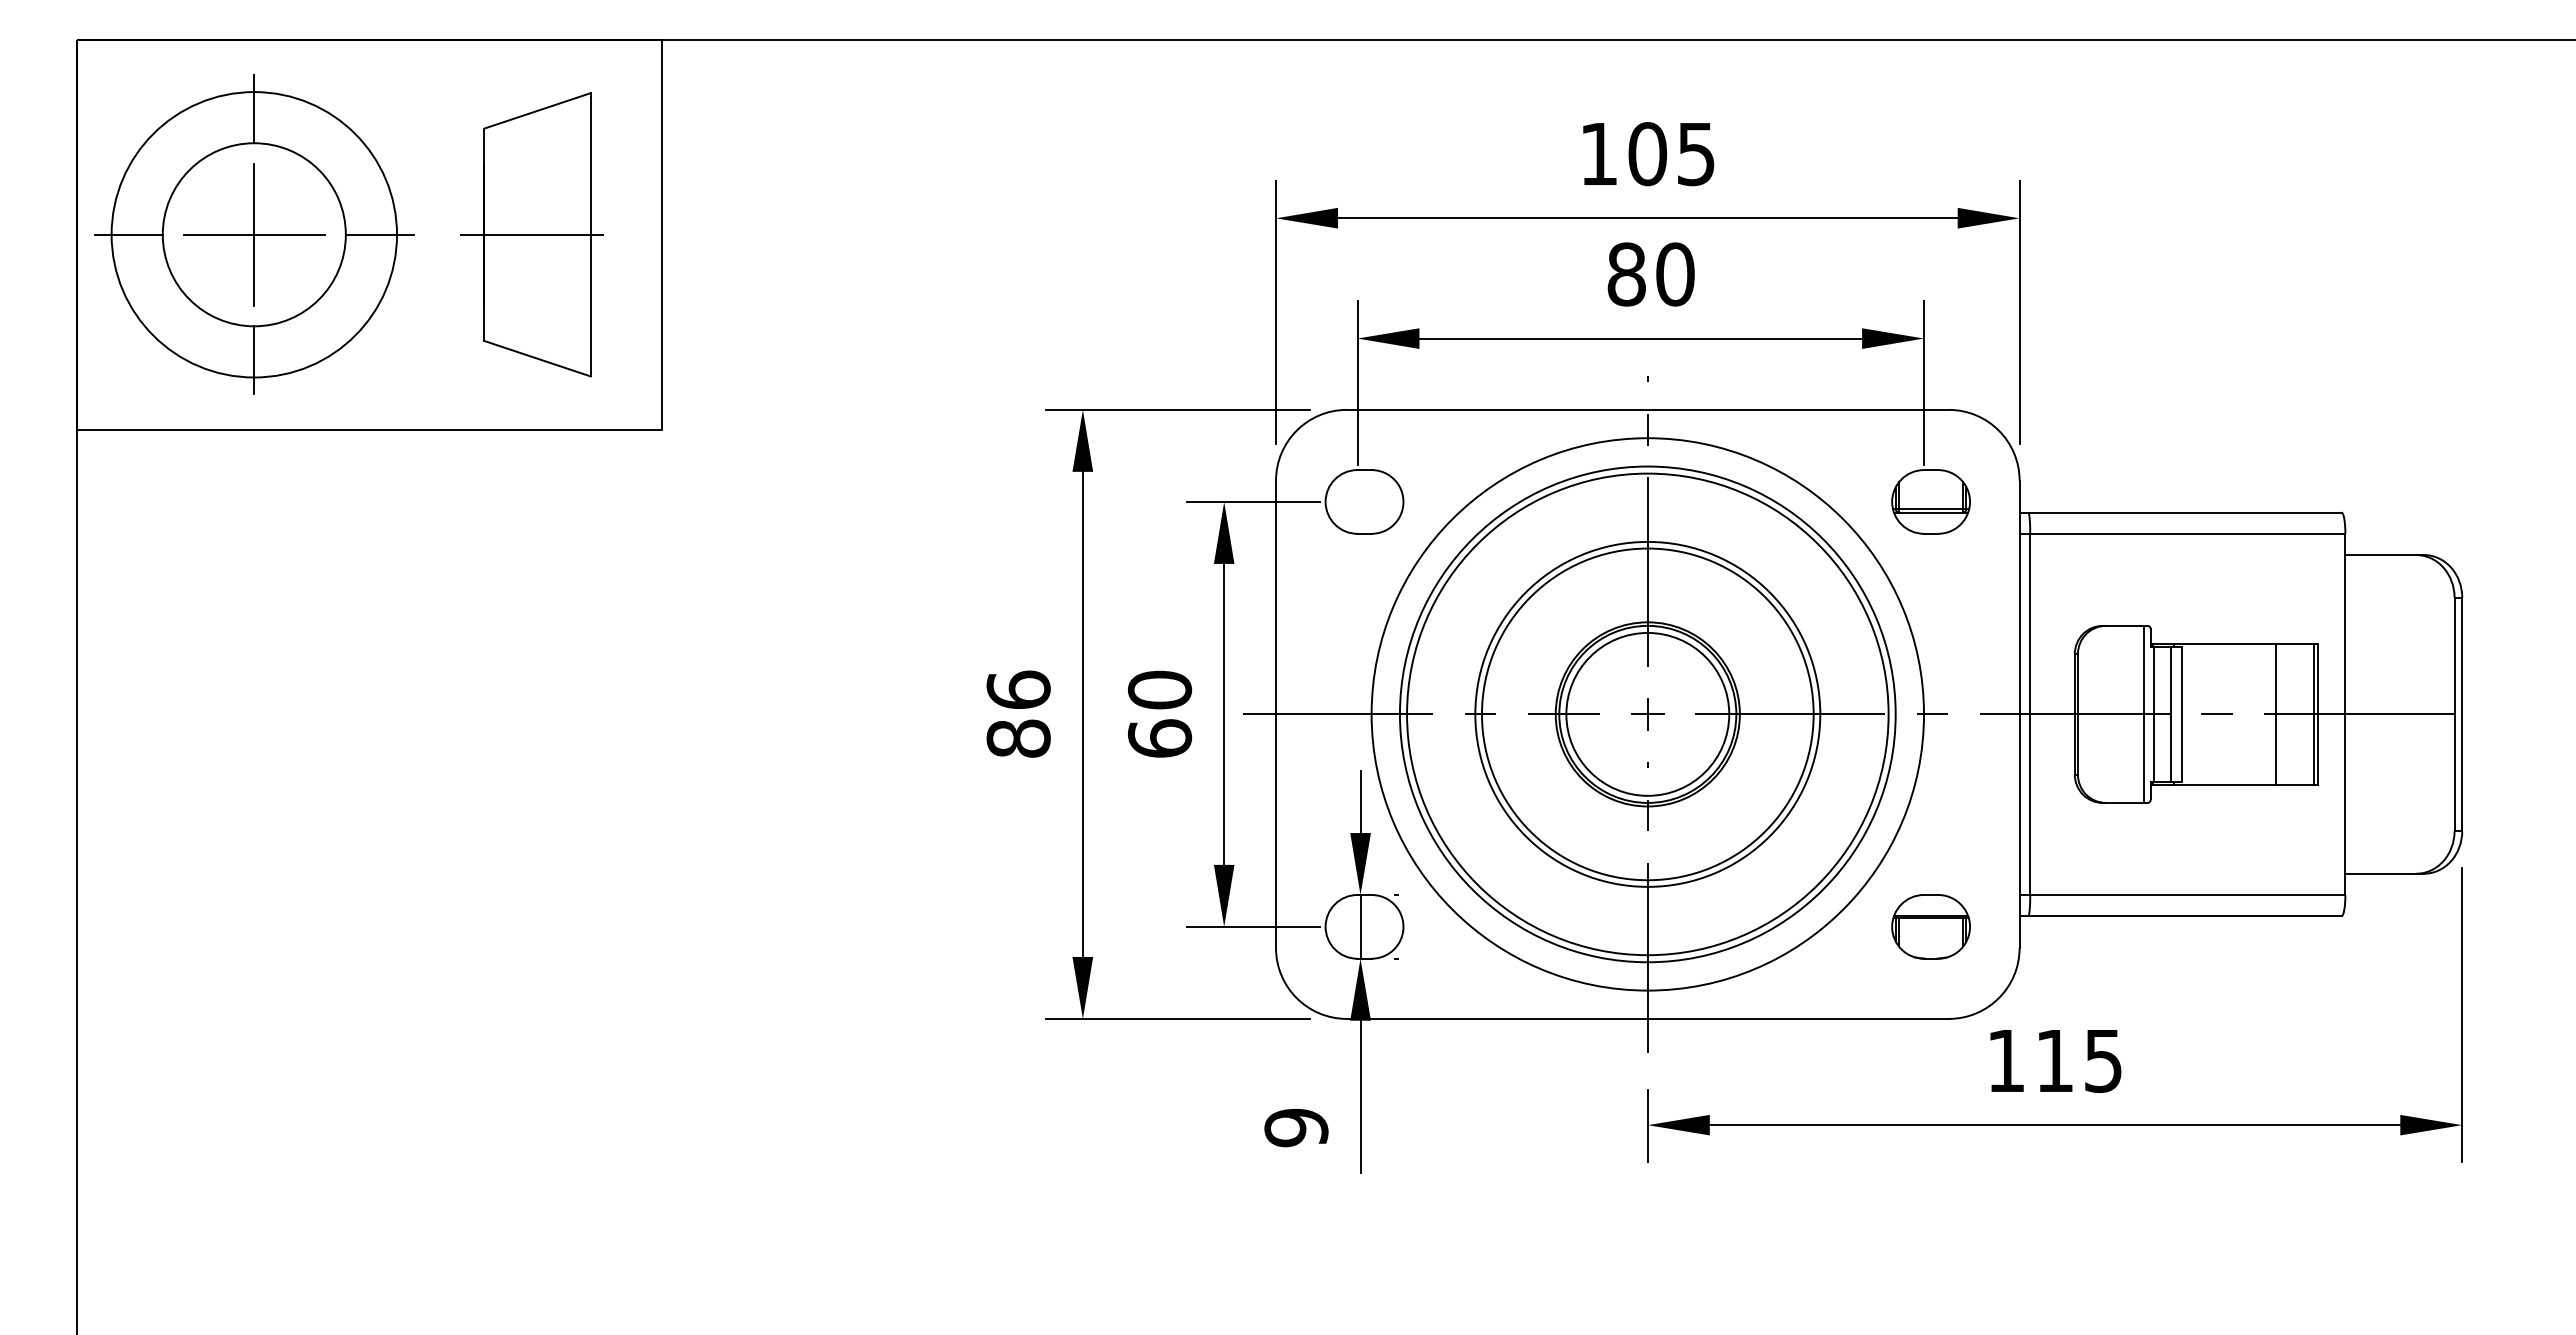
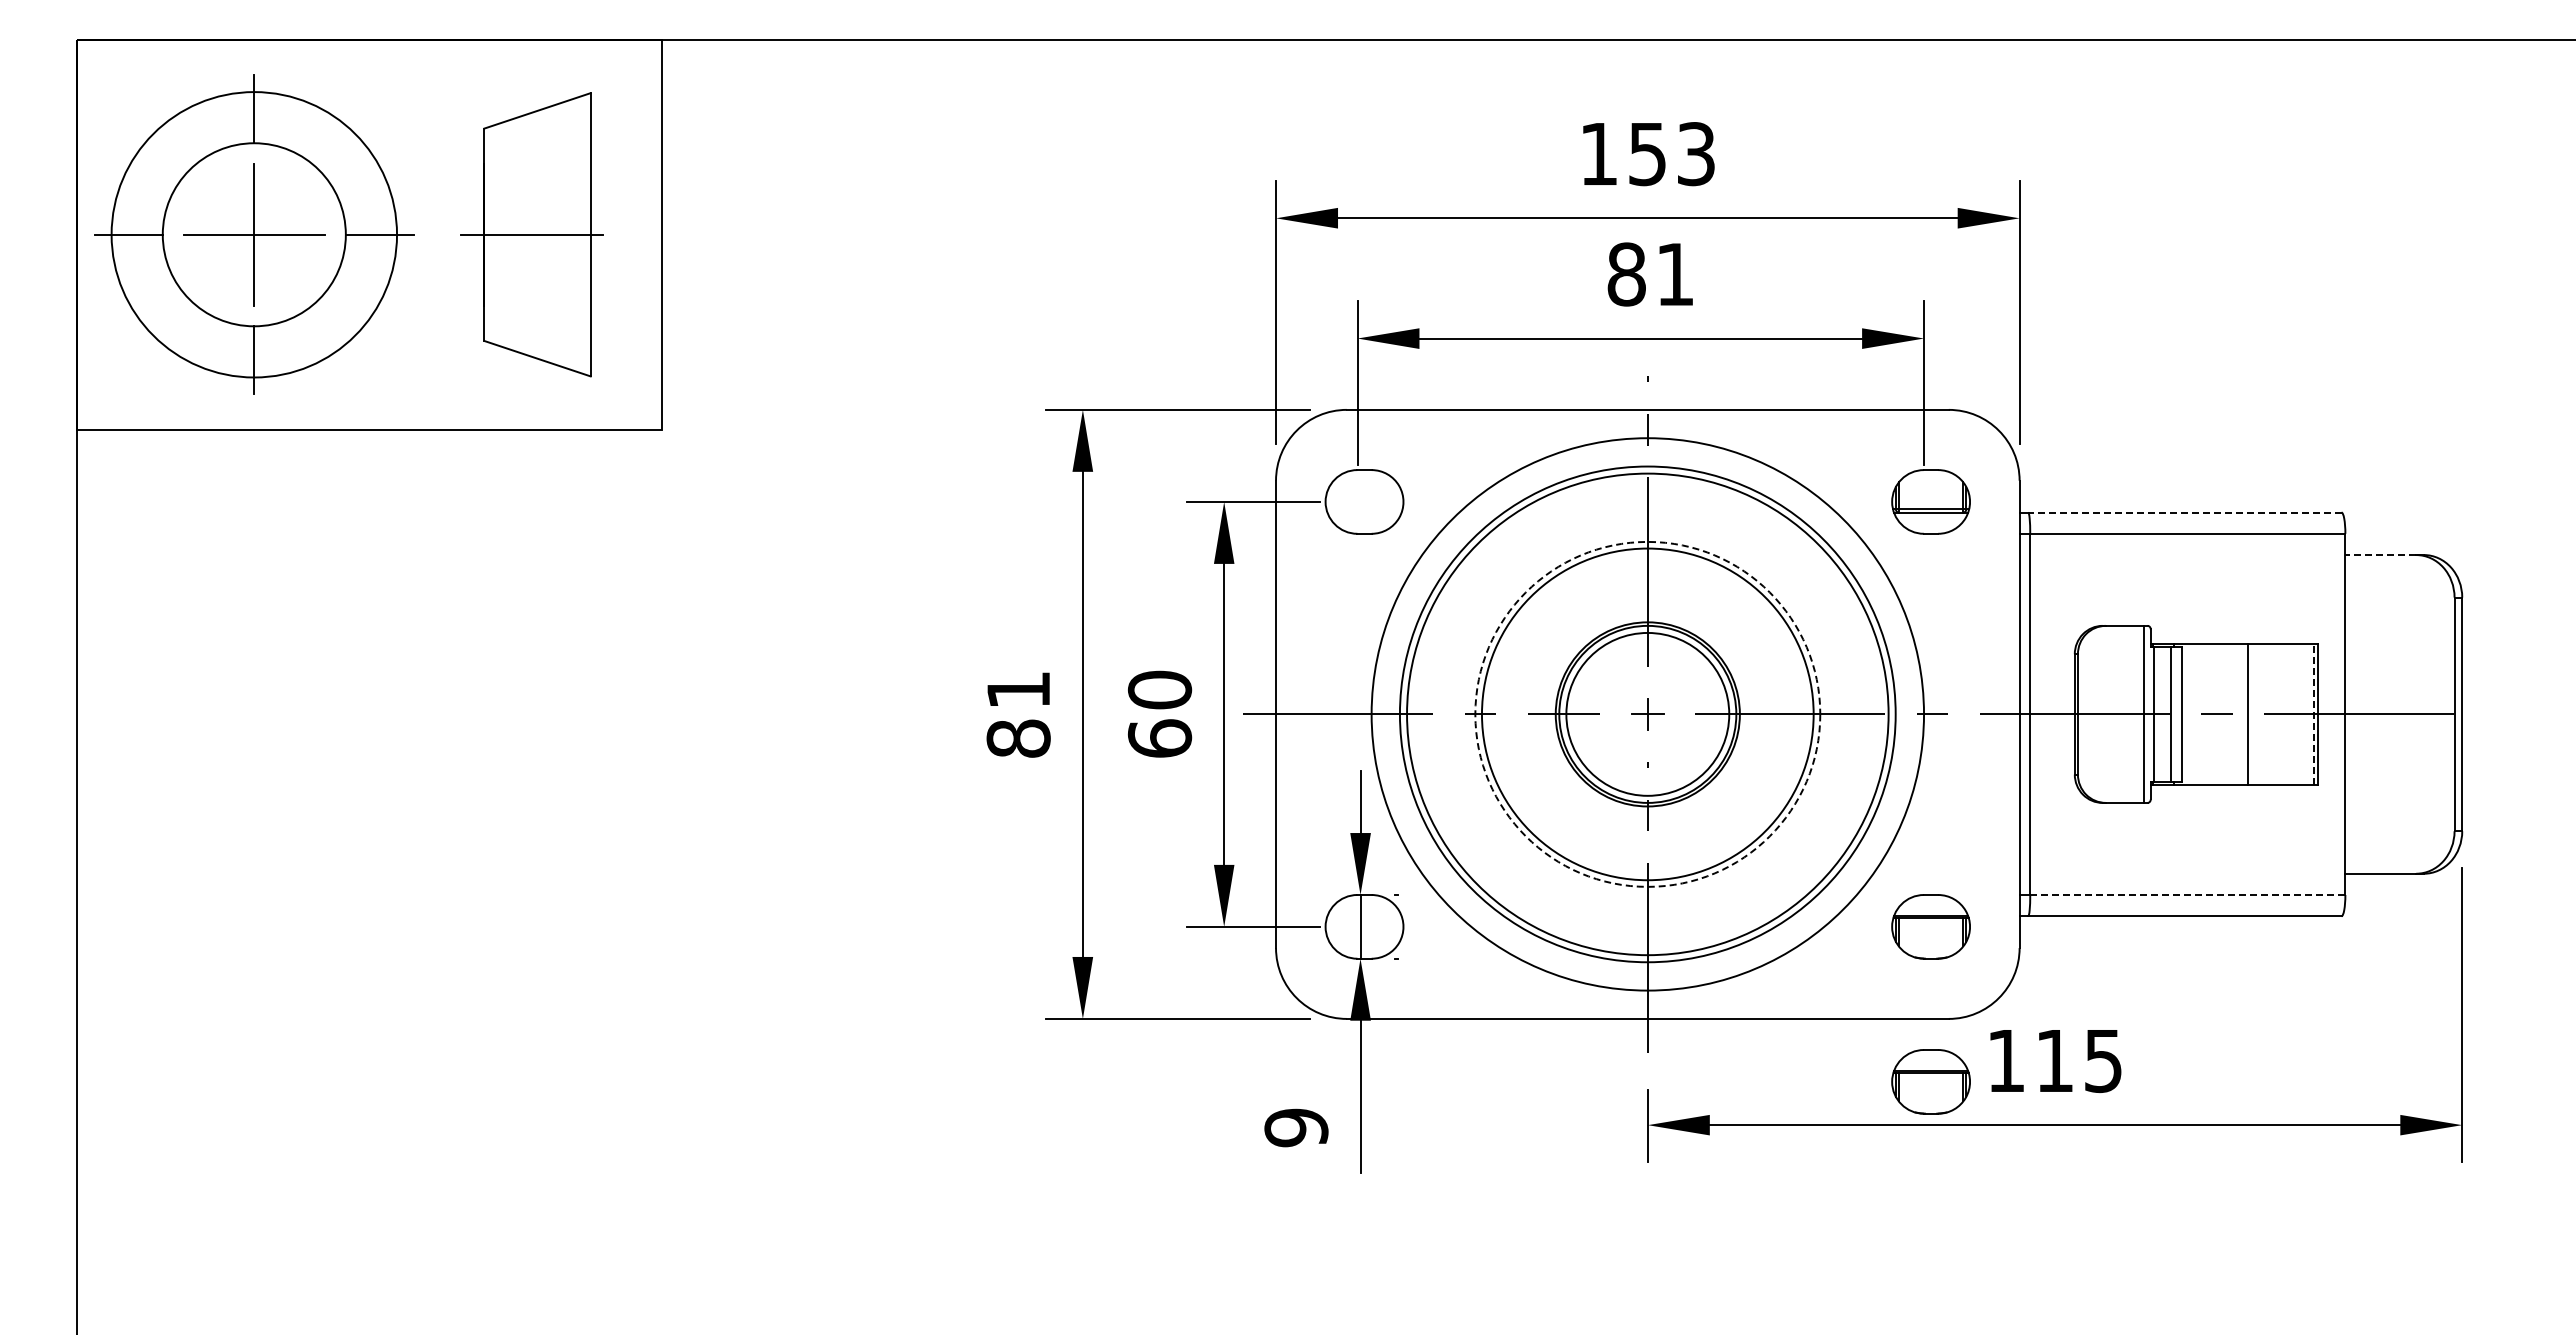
text at (1671, 154): 105 -> 153
text at (1675, 274): 80 -> 81
line at (2184, 512): solid -> dashed
line at (2380, 555): solid -> dashed
text at (1018, 689): 86 -> 81
circle at (1647, 713): solid -> dashed
line at (2275, 714) position: (2275, 714) -> (2247, 714)
line at (2313, 714): solid -> dashed
line at (2187, 894): solid -> dashed
part at (1930, 1081): none -> present
